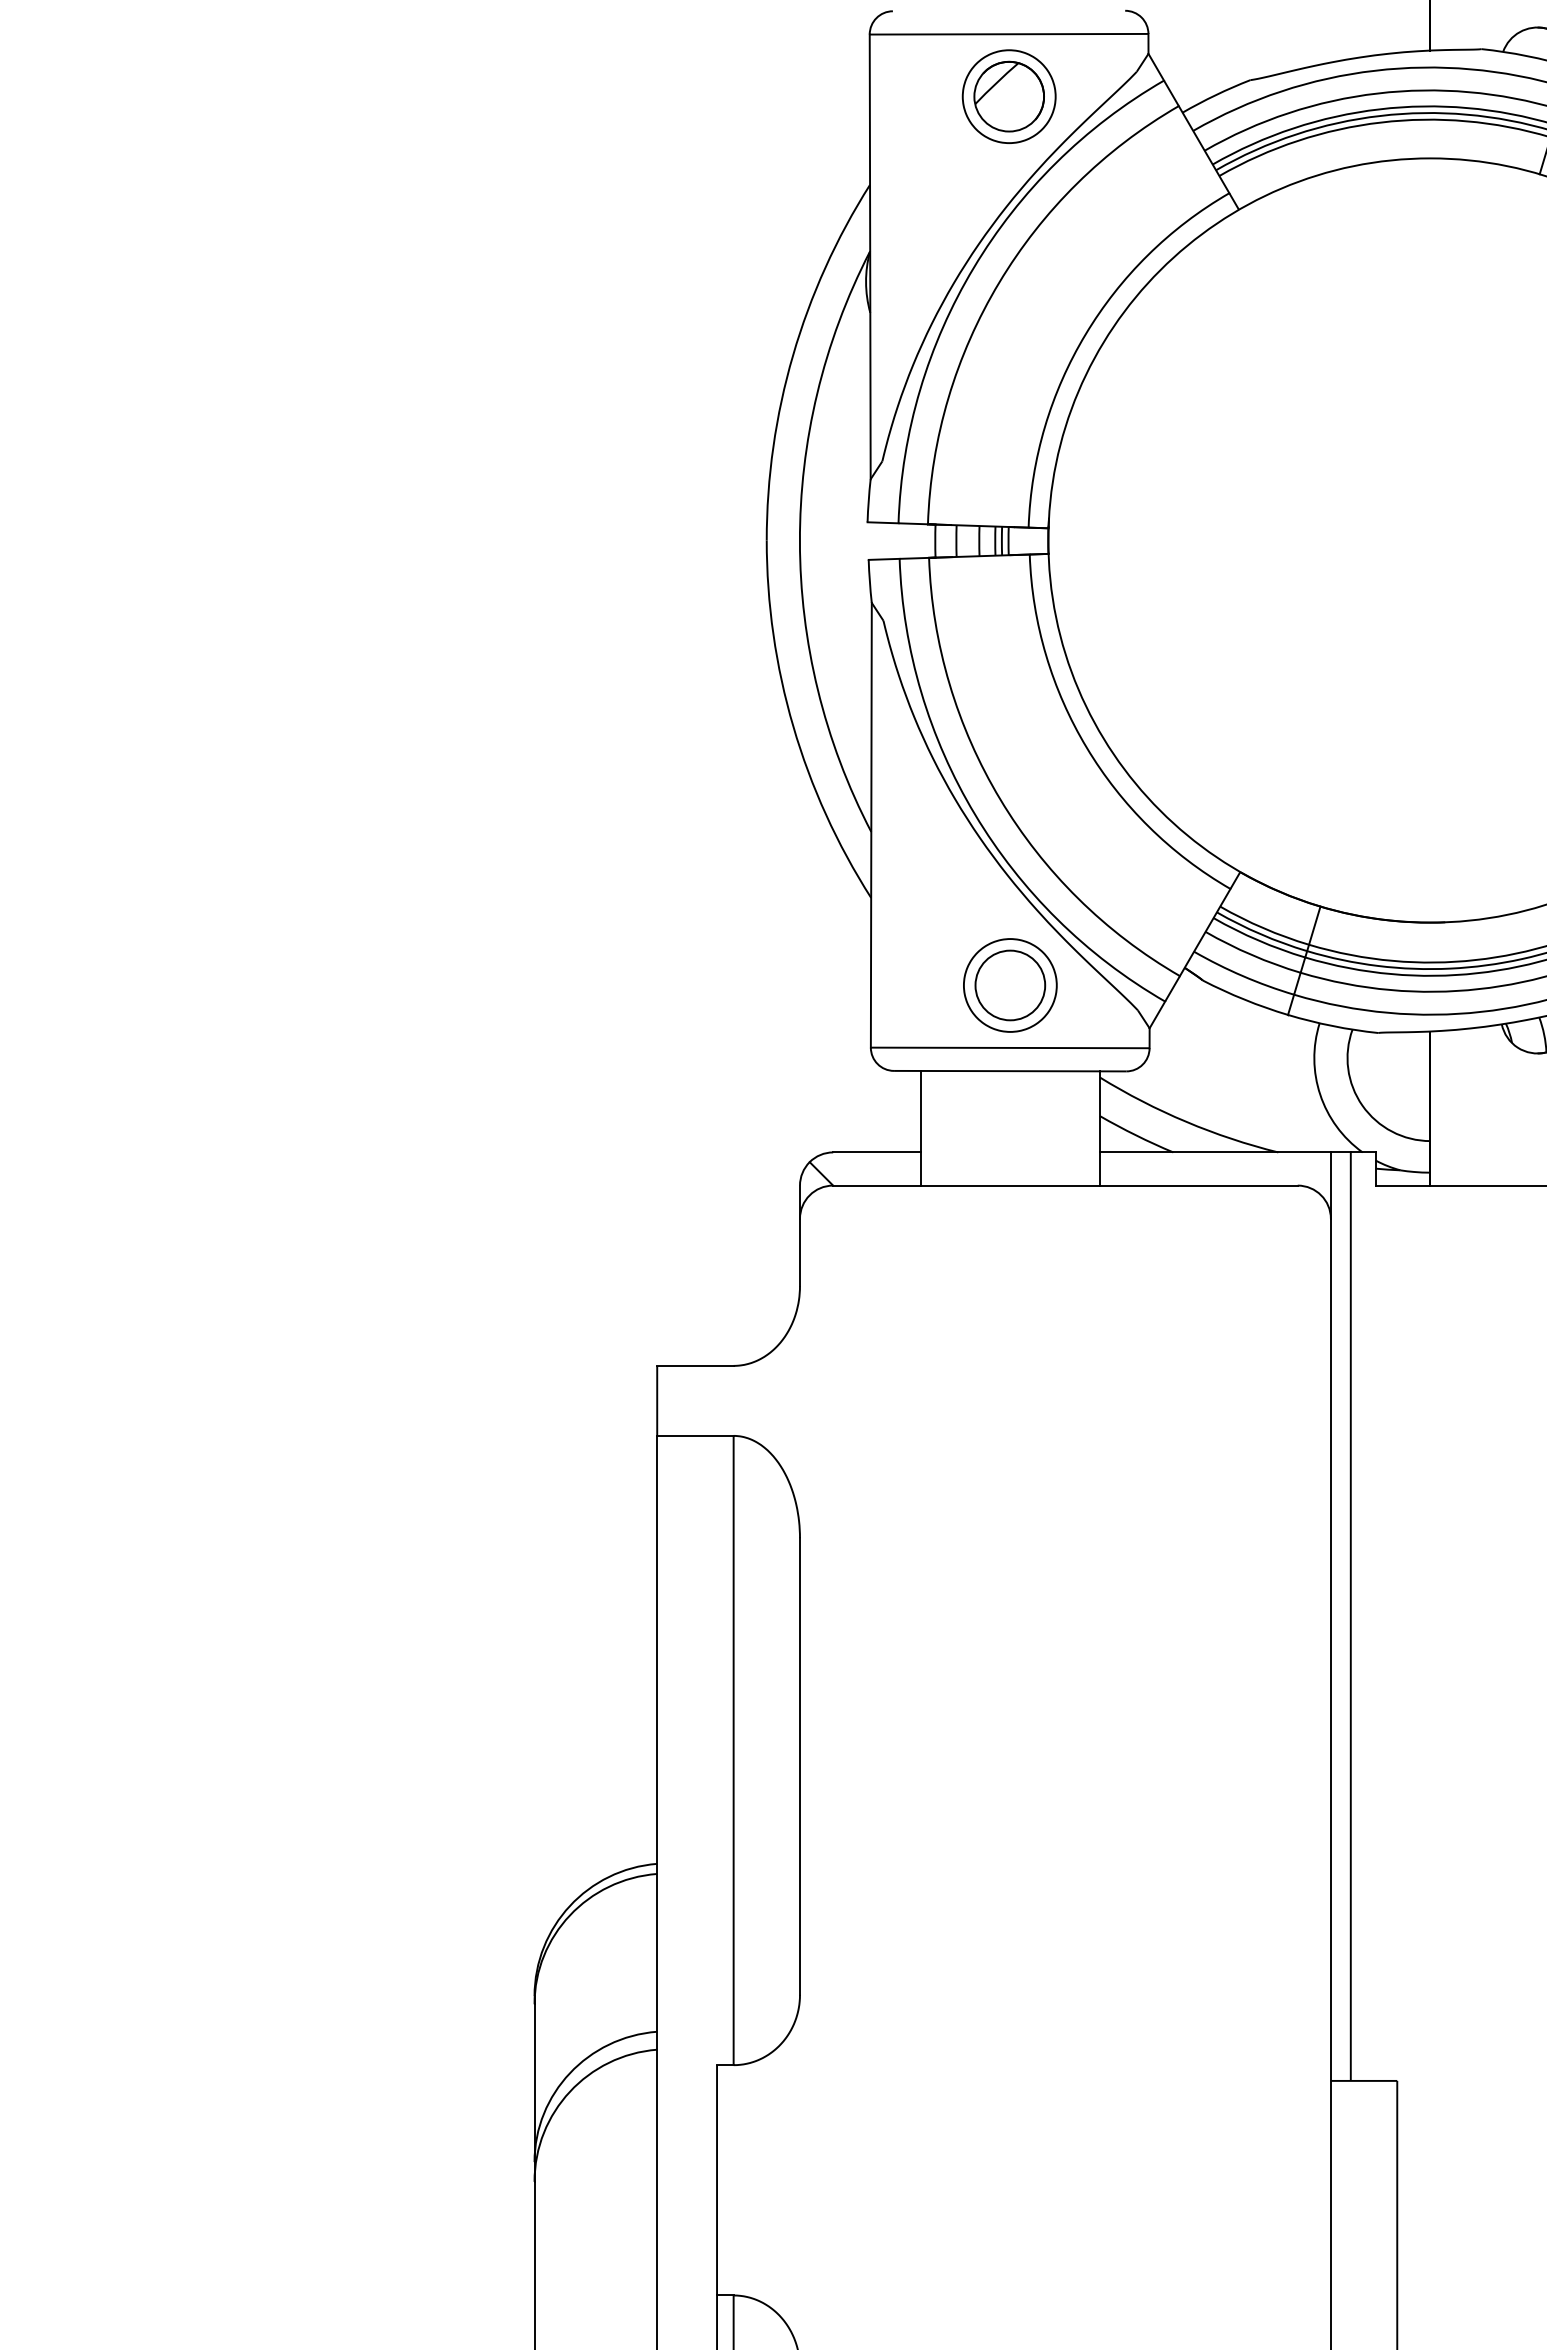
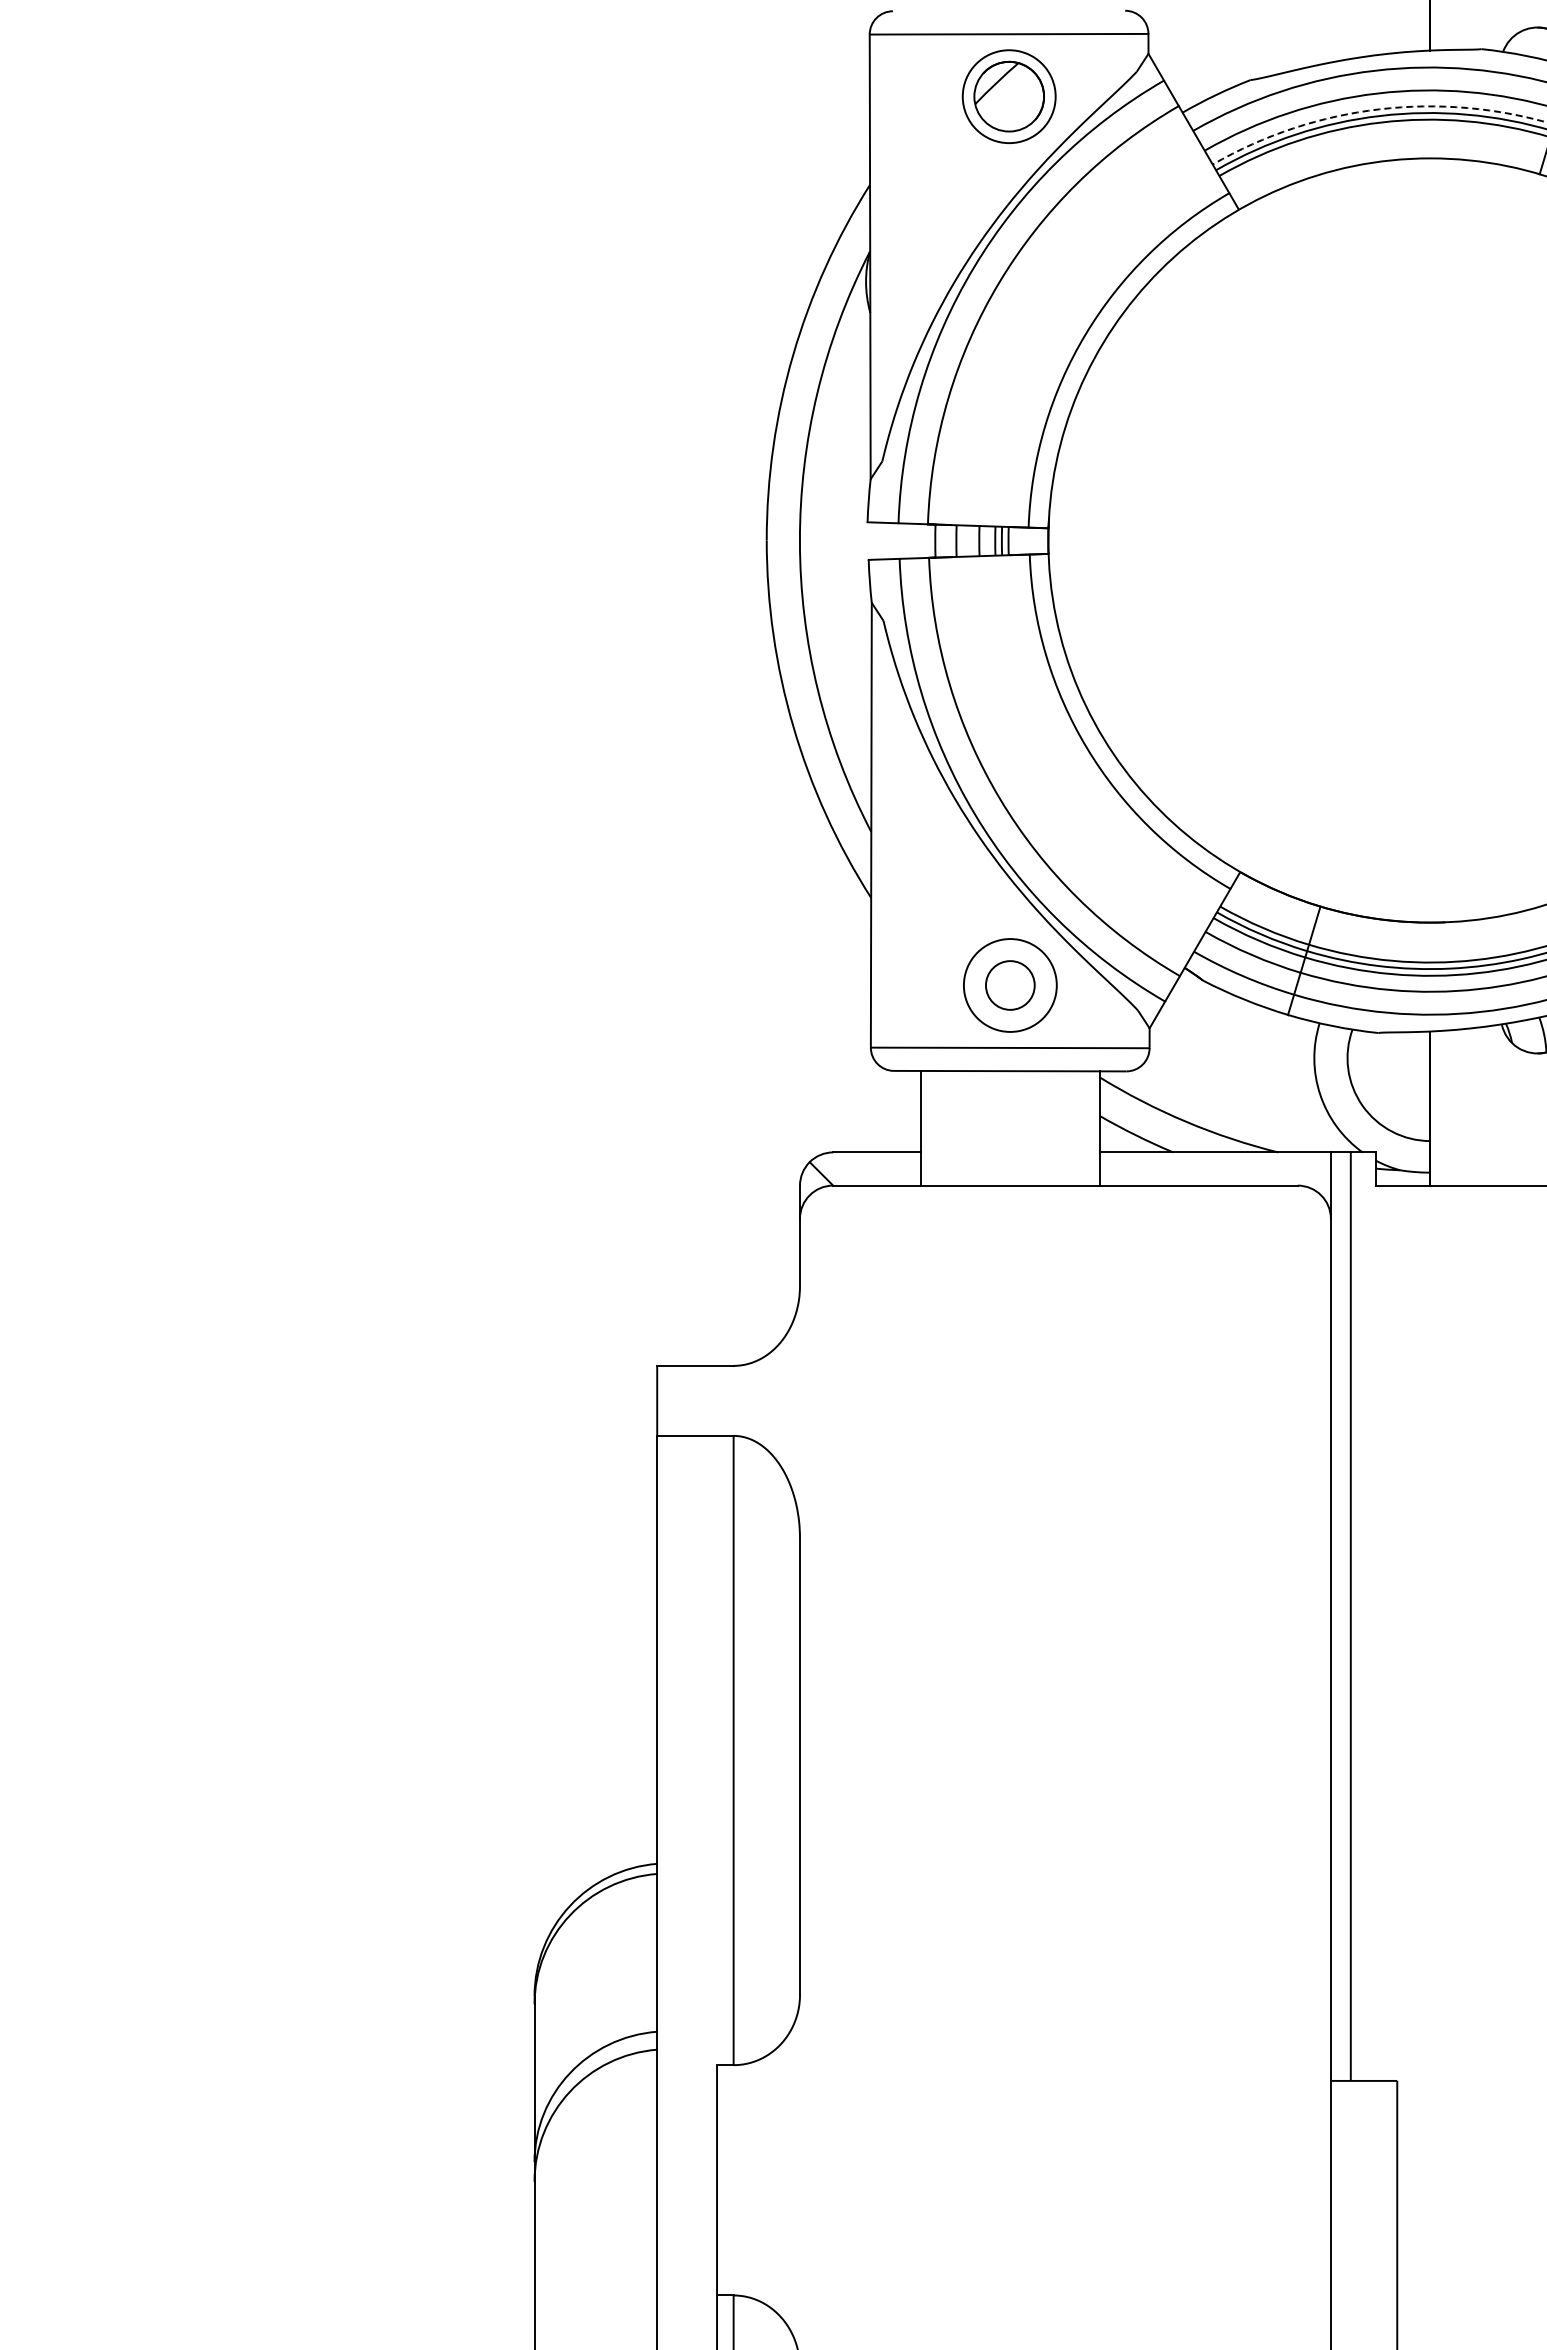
arc at (1375, 109): solid -> dashed
circle at (1010, 985) diameter: 70 px -> 49 px
